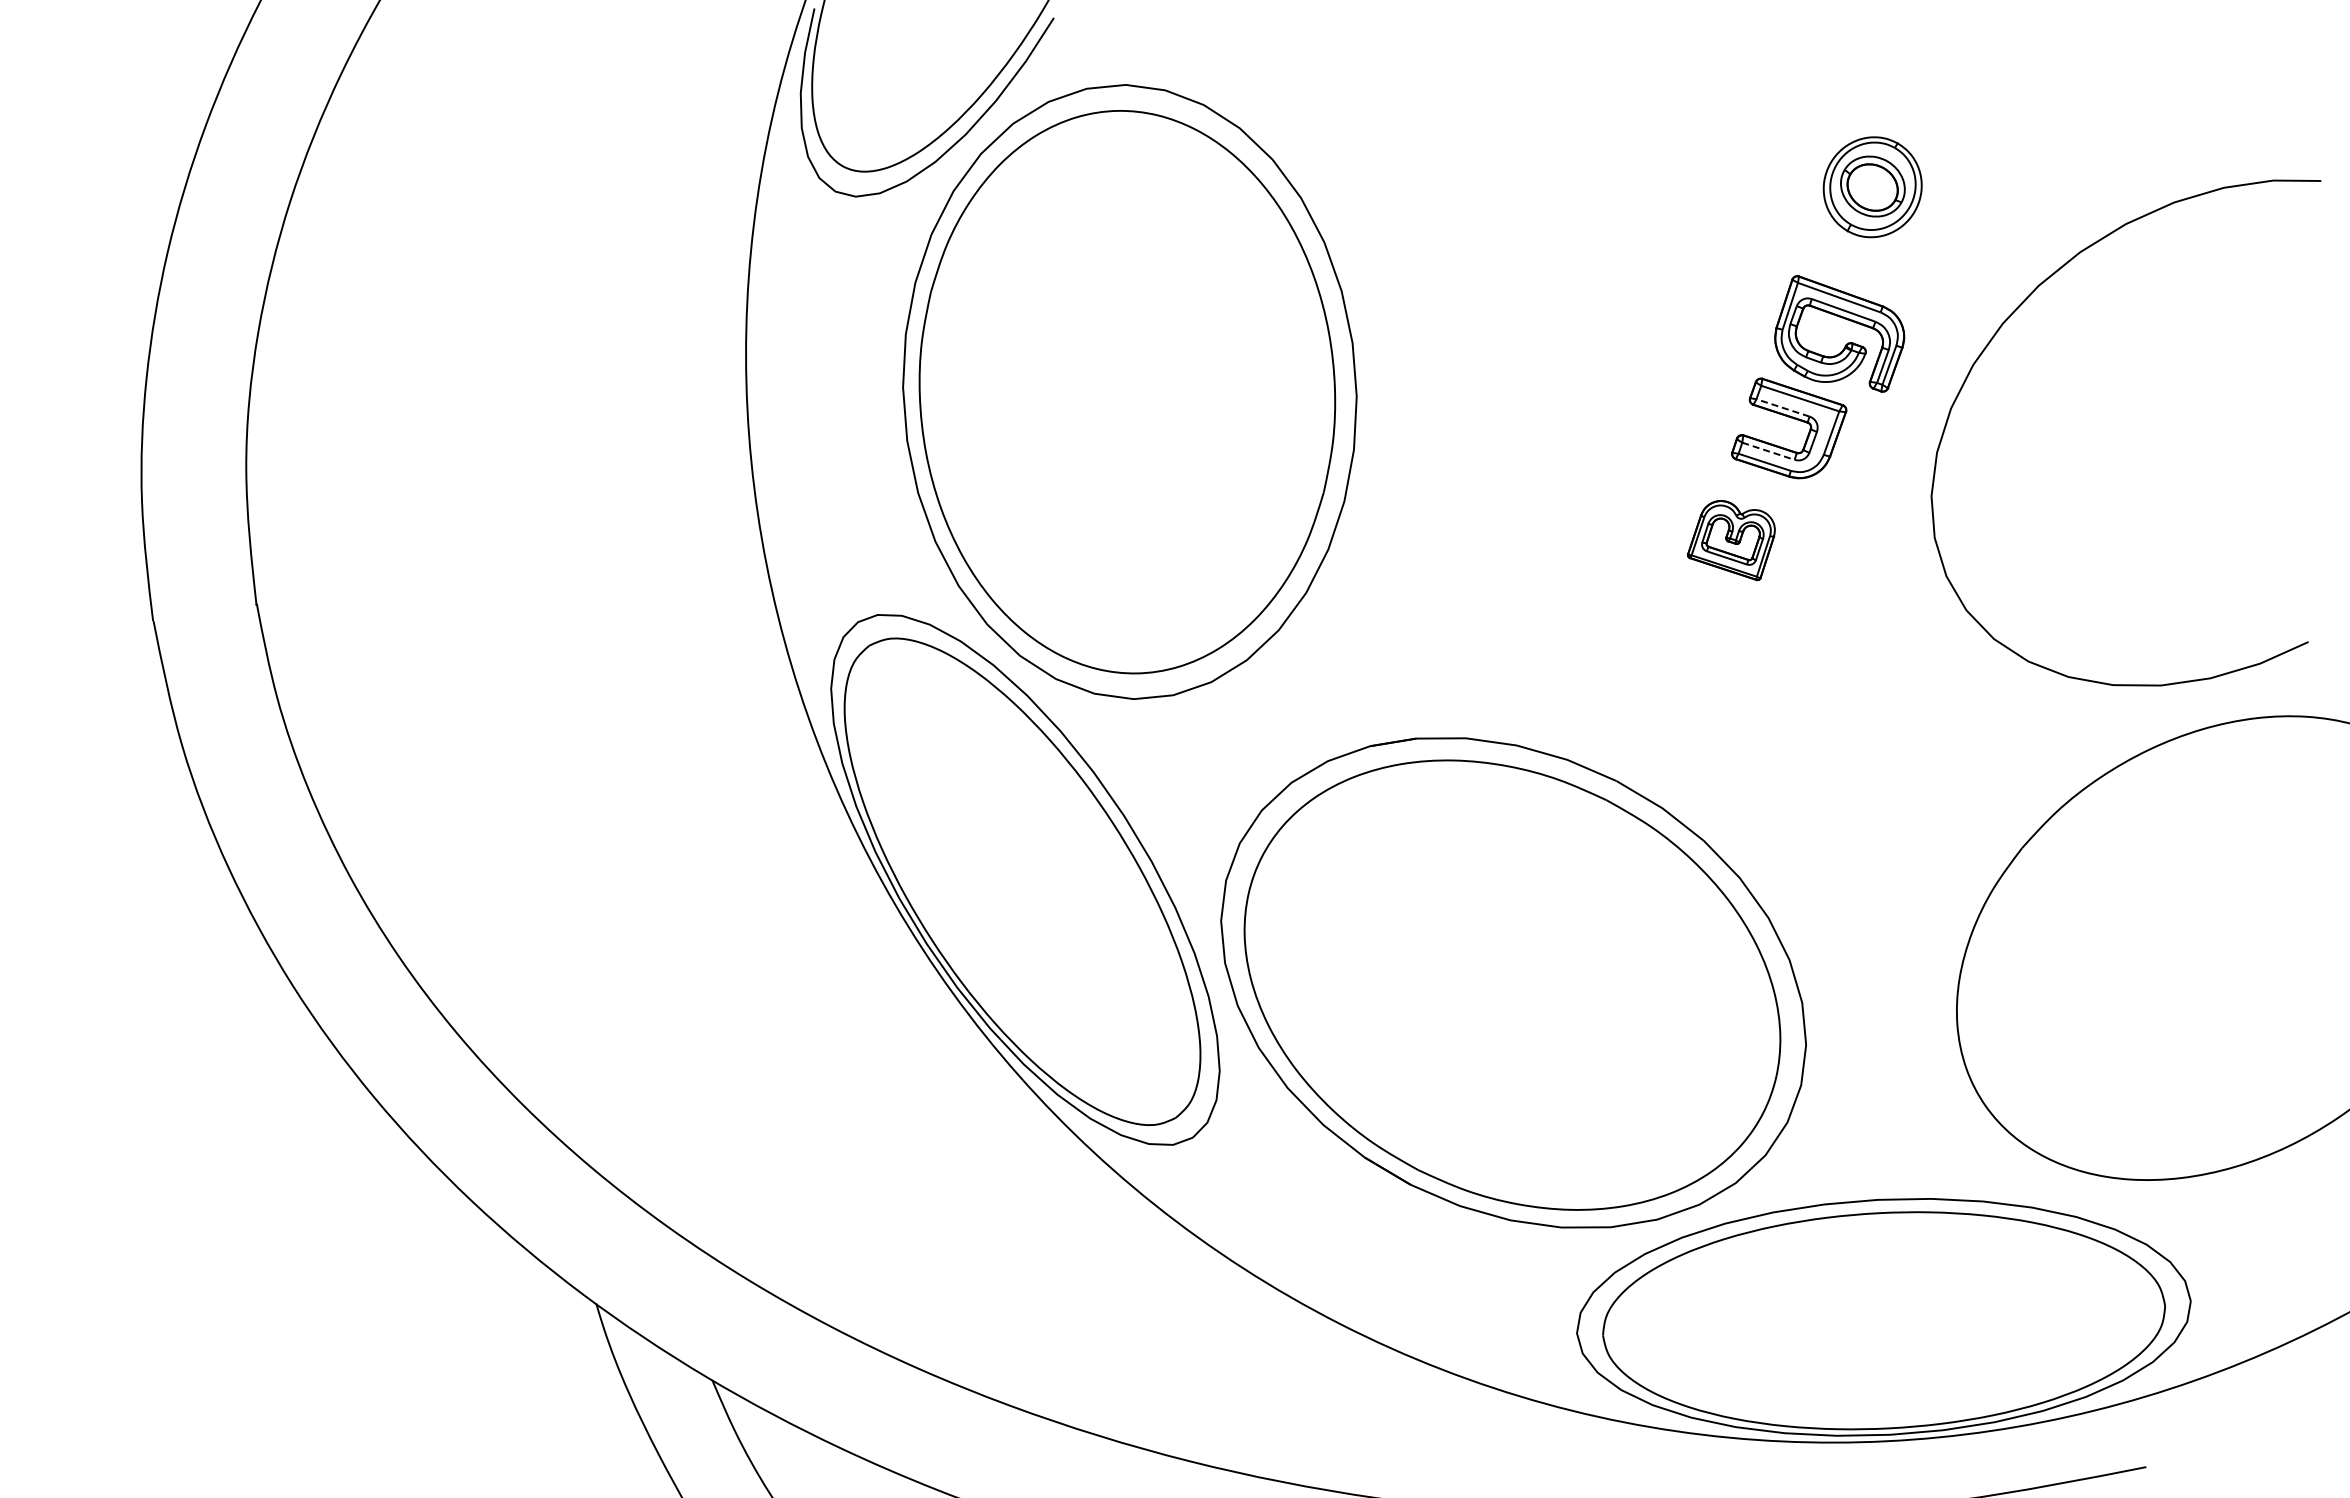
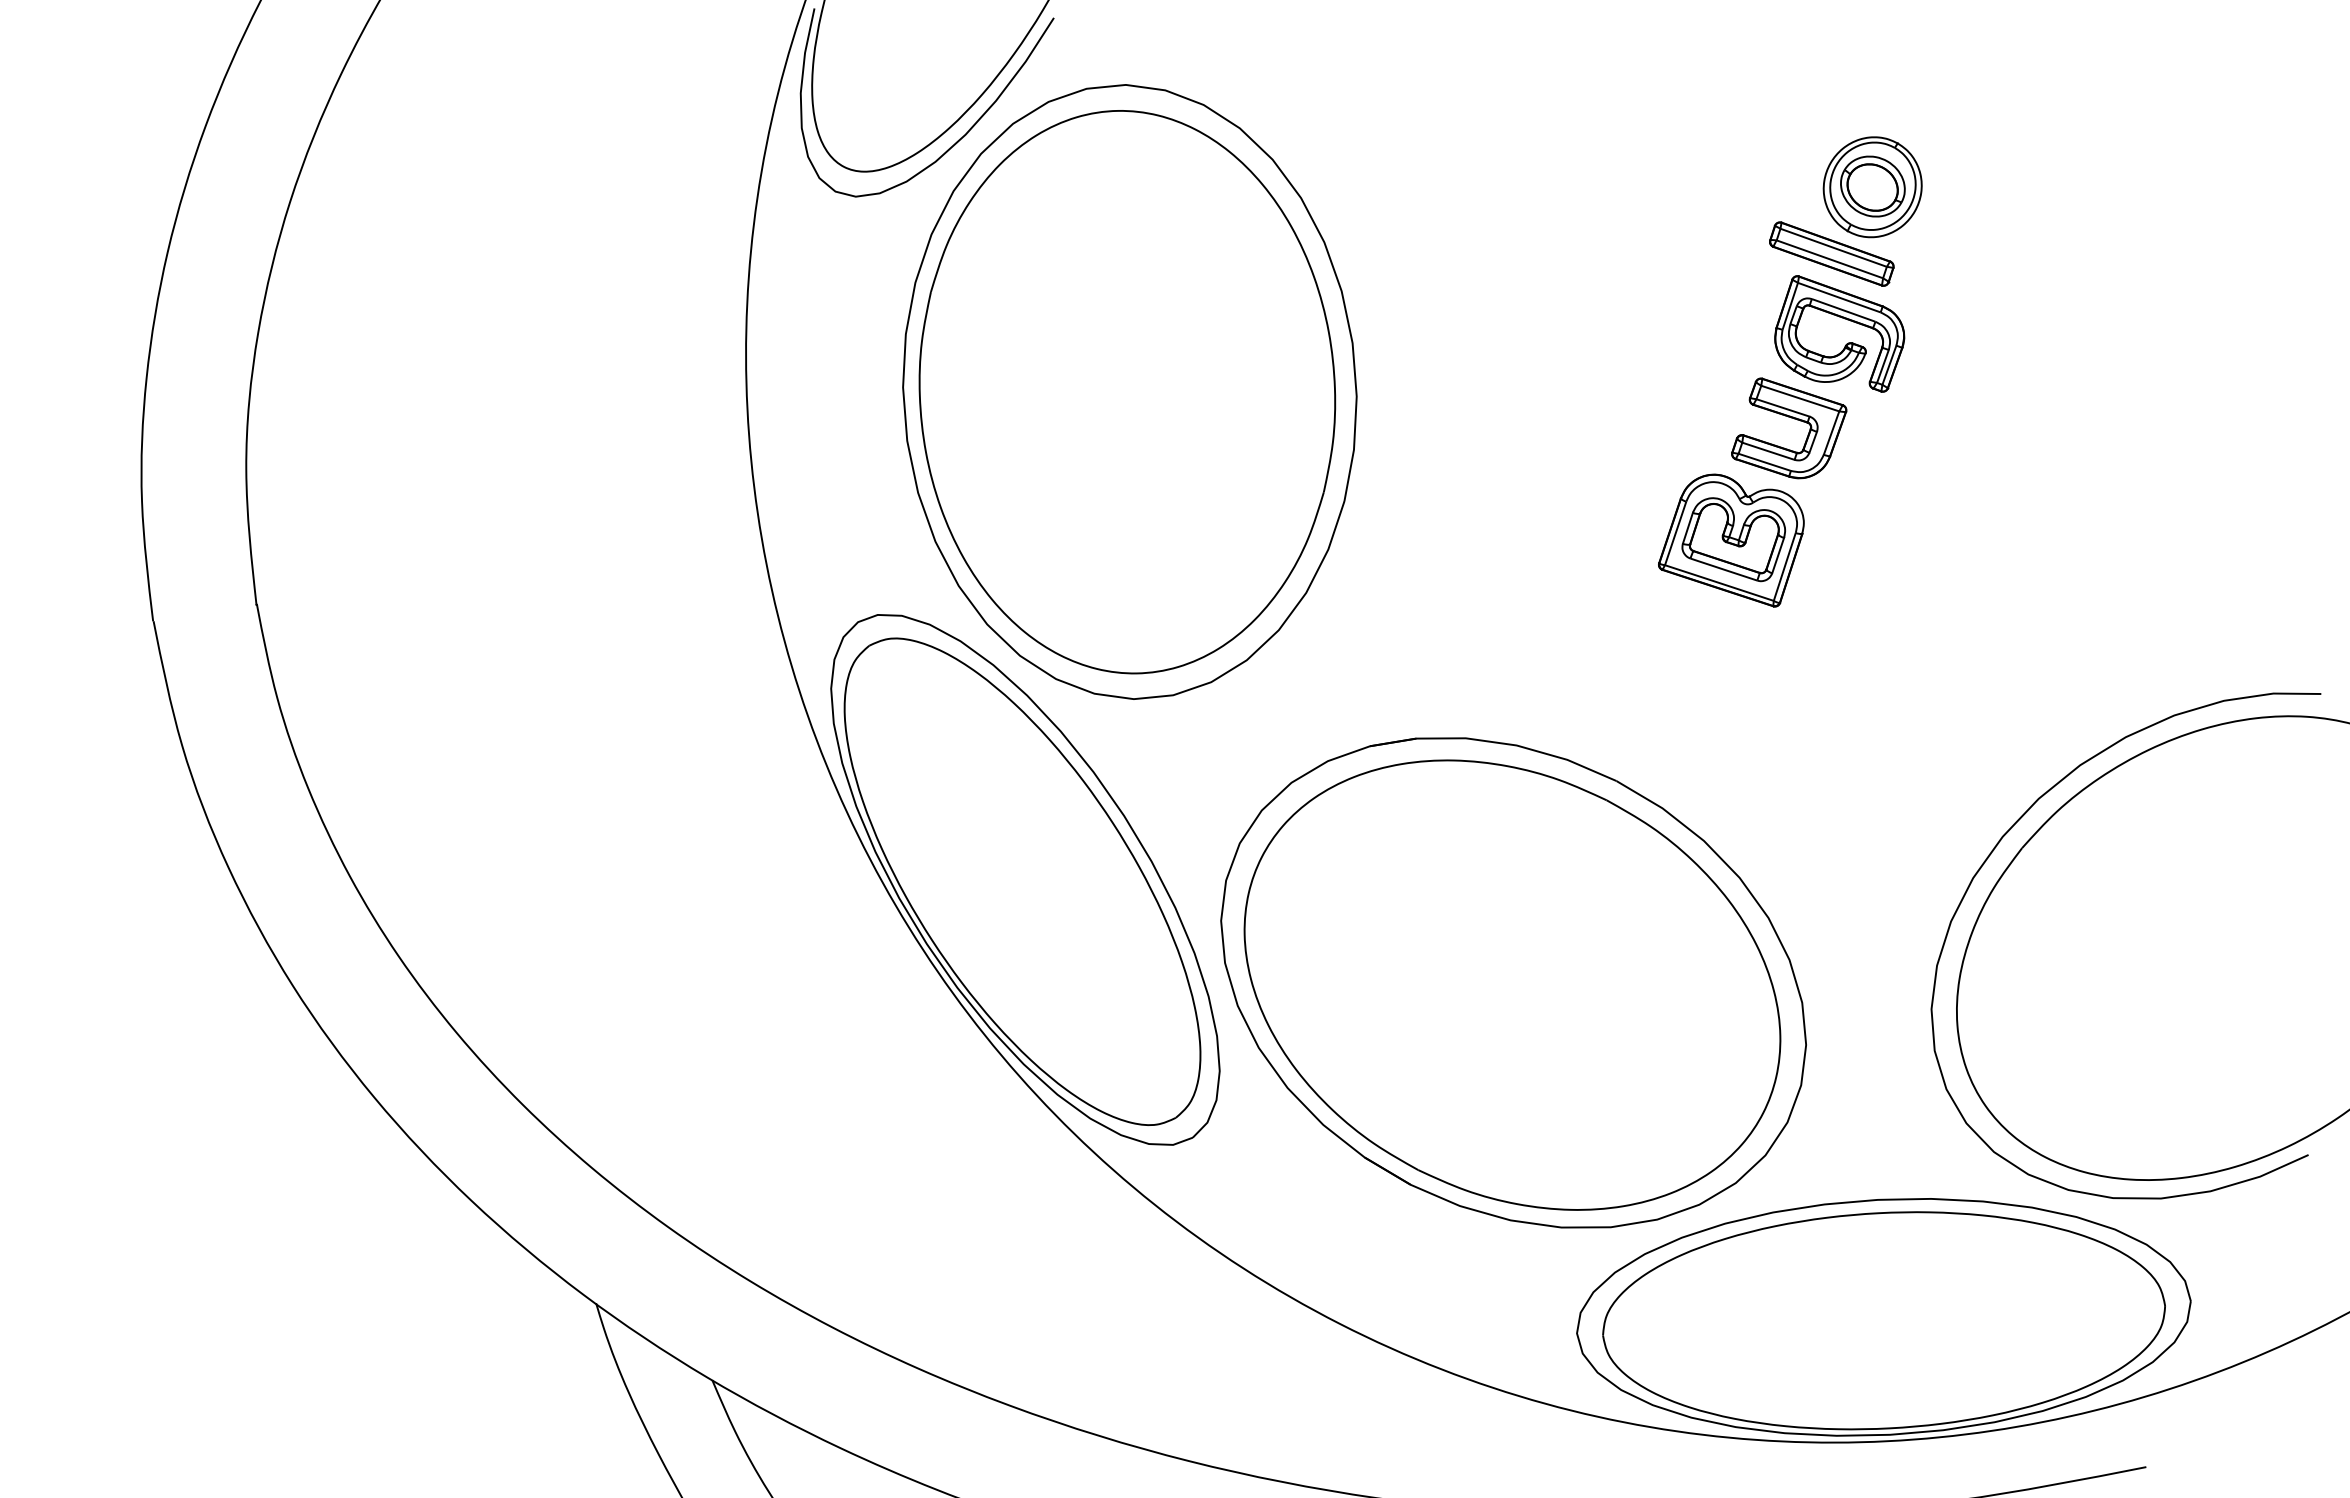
part at (1831, 253): none -> present
curve at (1994, 337) position: (1994, 337) -> (1994, 850)
line at (1783, 407): dashed -> solid
line at (1768, 451): dashed -> solid
part at (1731, 540) size: 89x82 px -> 147x135 px
